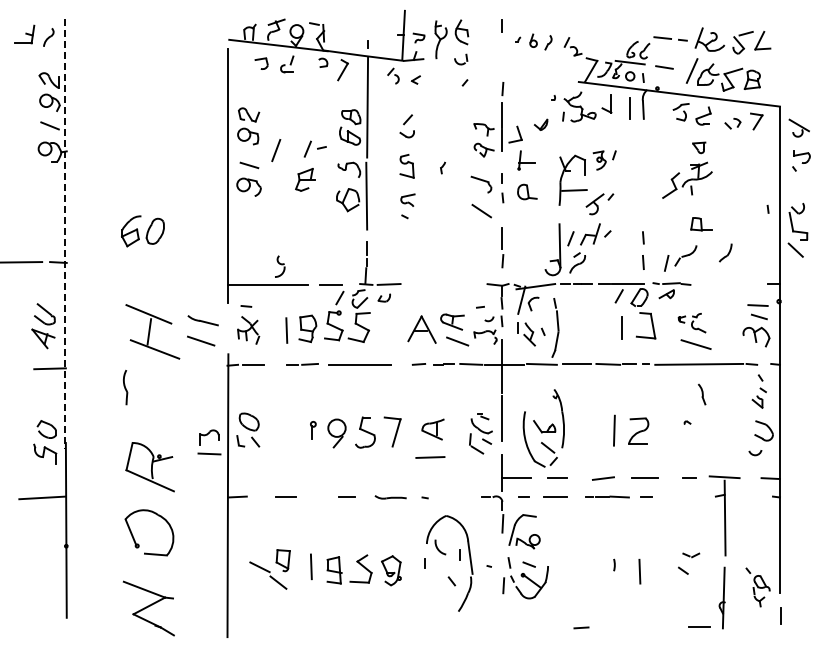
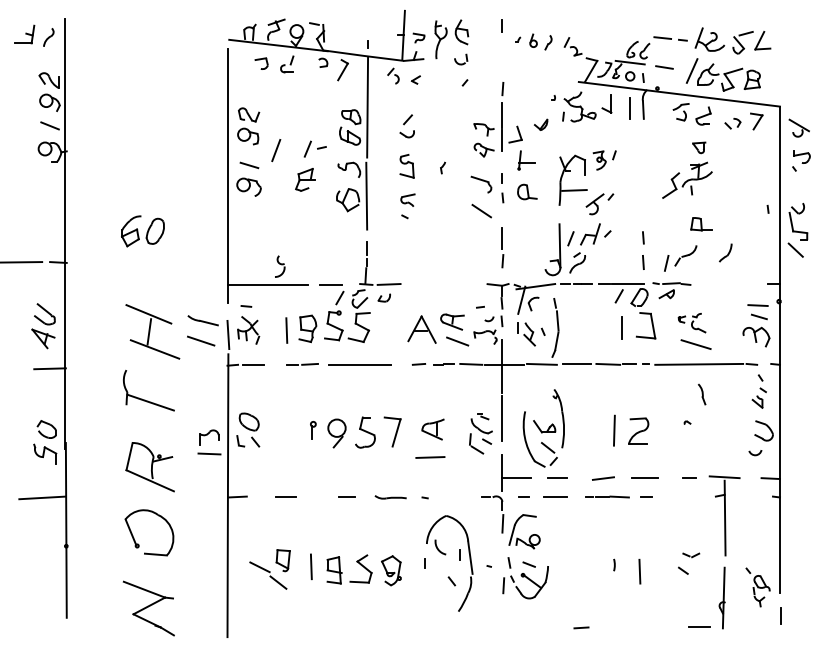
line at (65, 234): dashed -> solid
line at (228, 334): none -> present
line at (150, 402): none -> present
